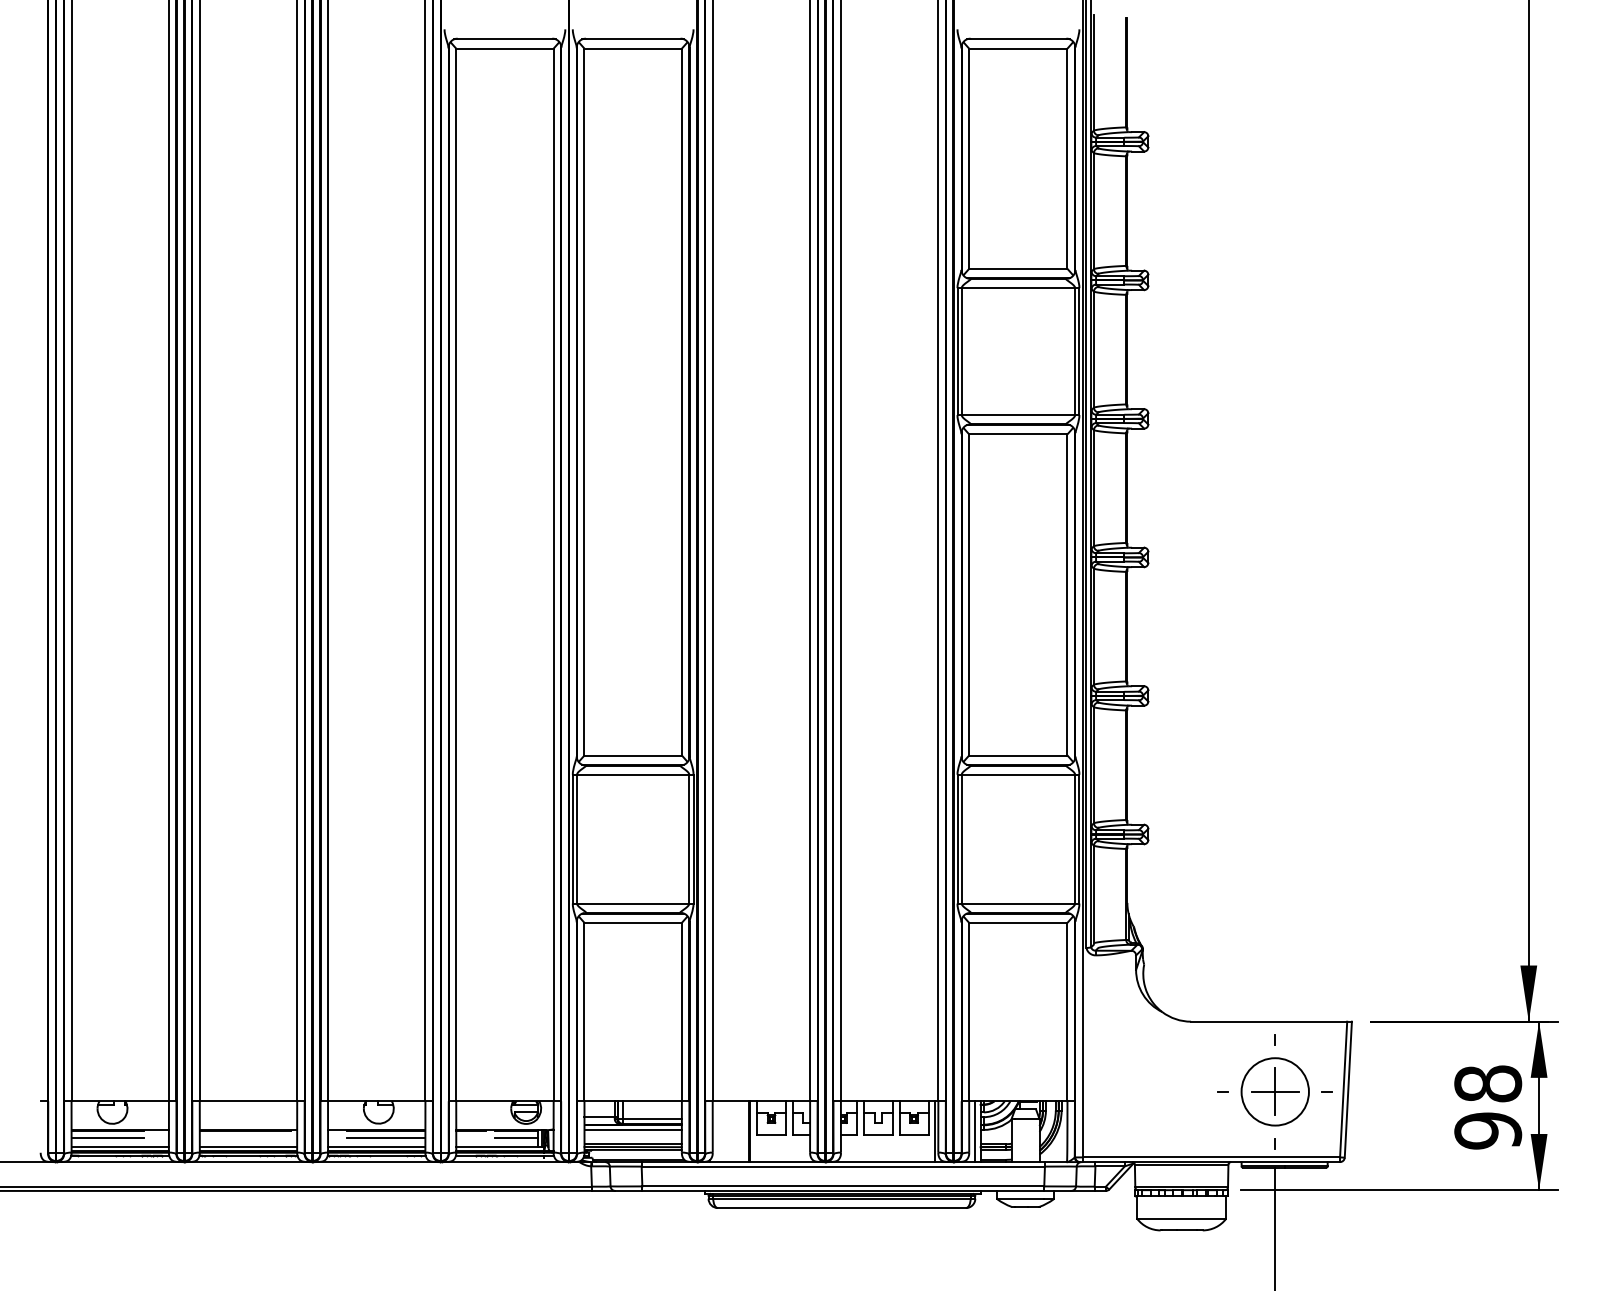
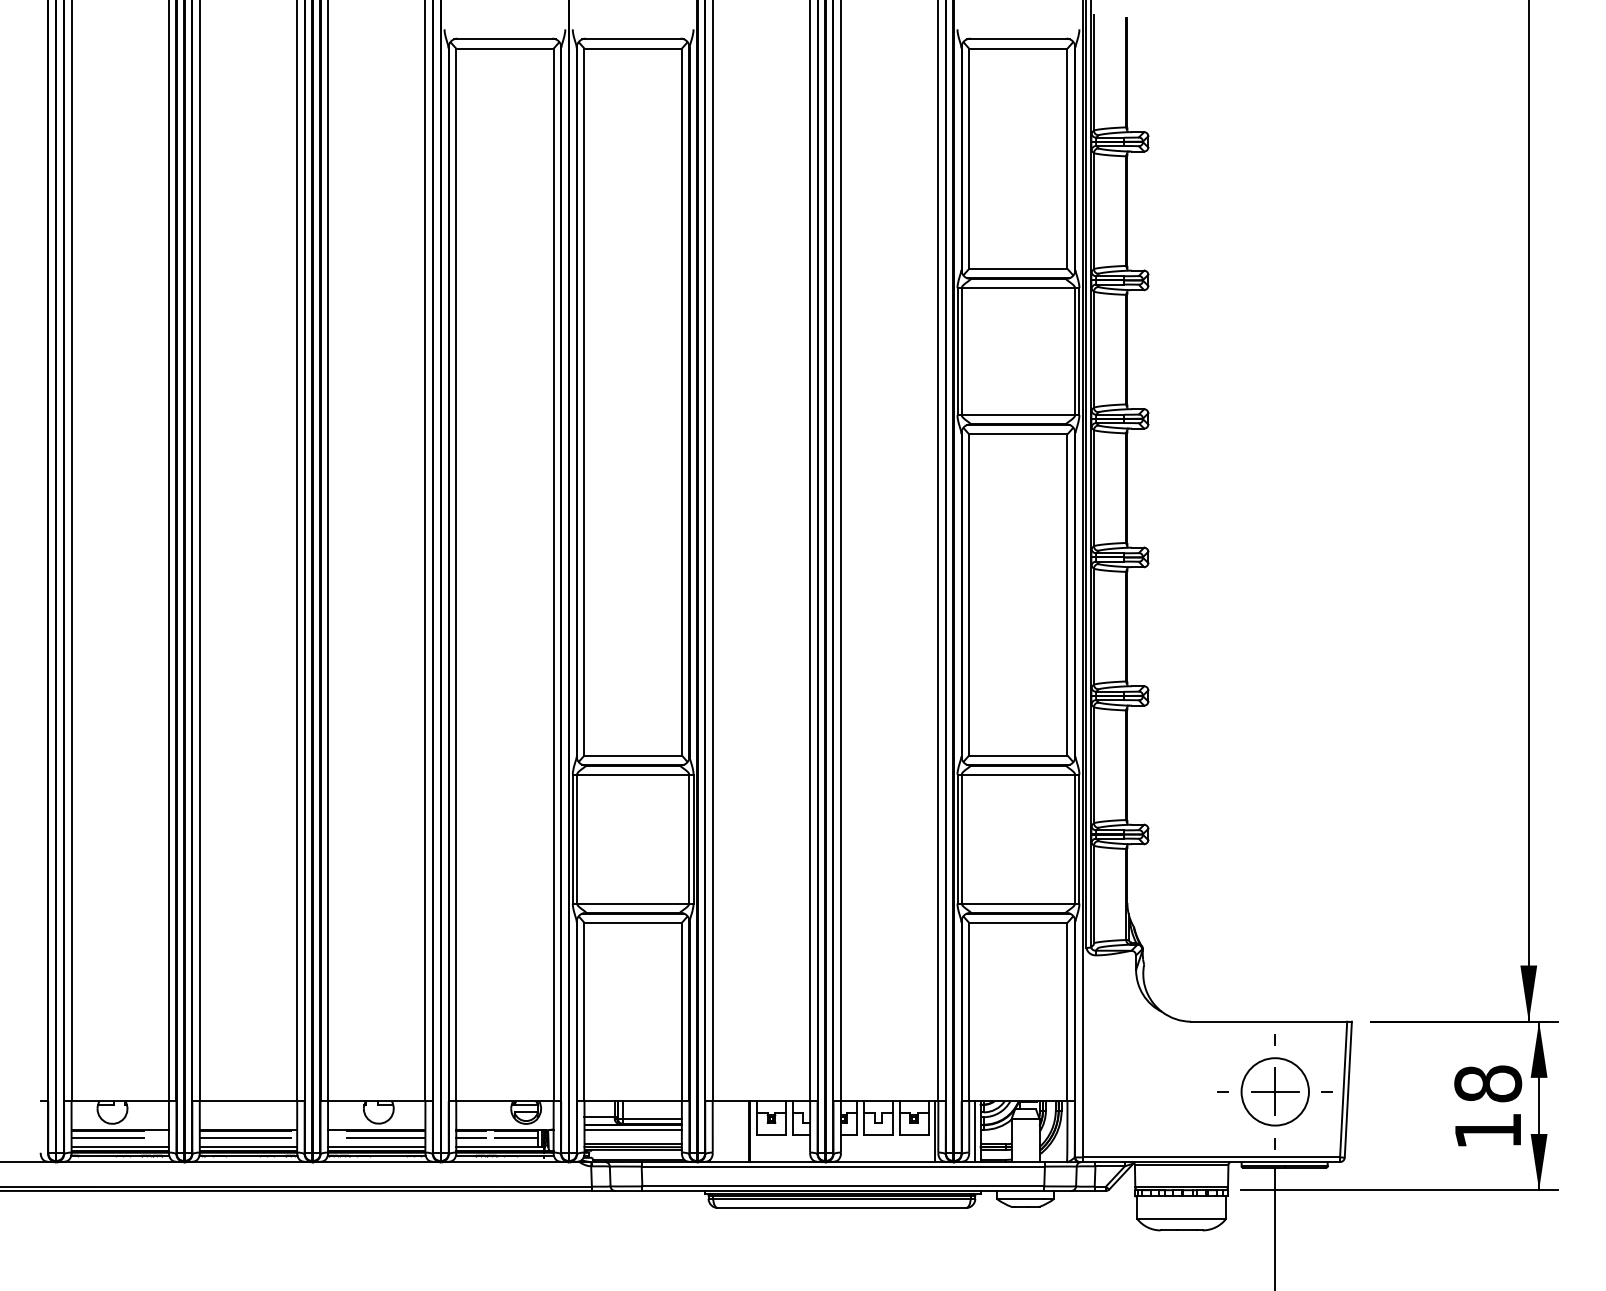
text at (1488, 1130): 98 -> 18
line at (245, 1137): none -> present
line at (470, 1137): none -> present
